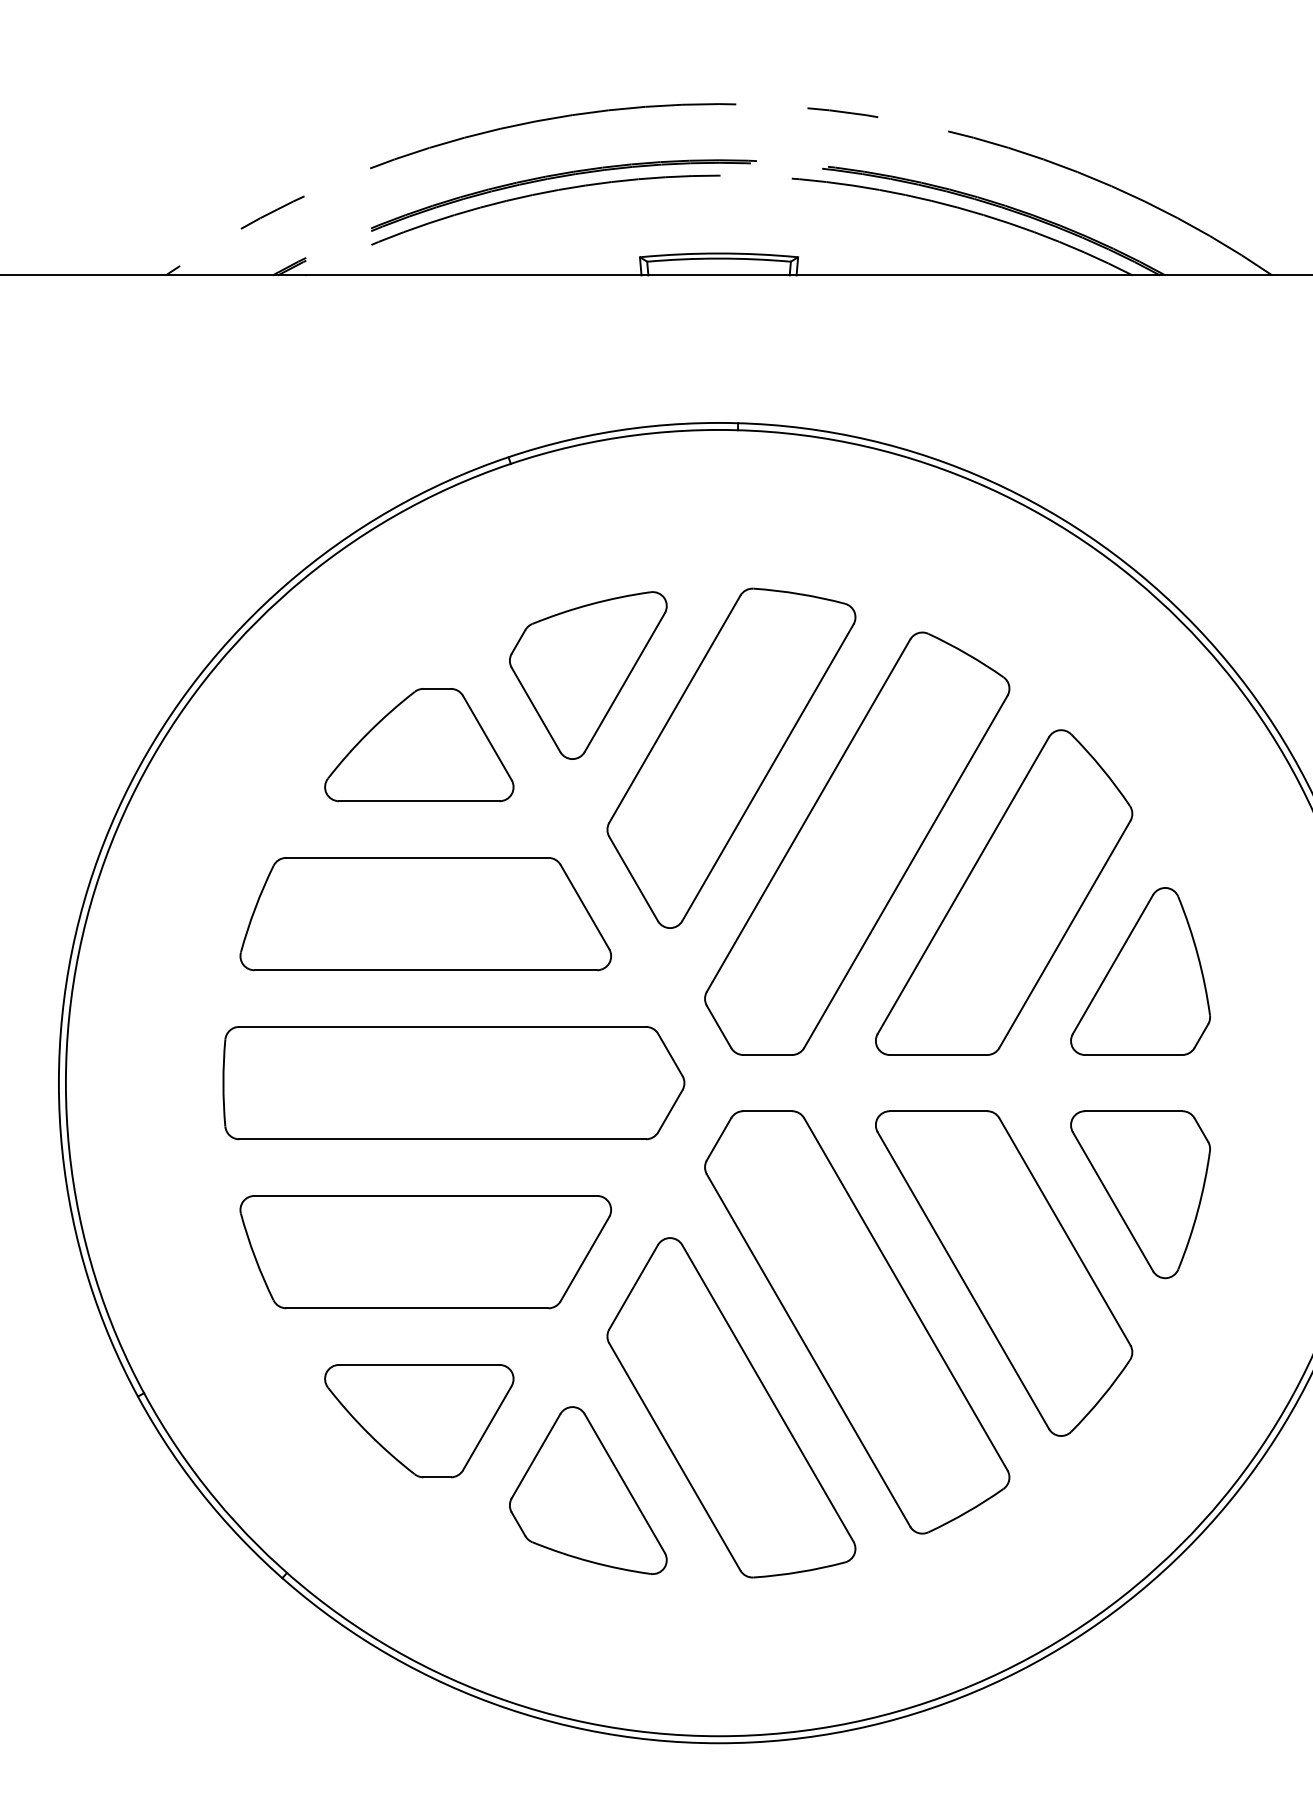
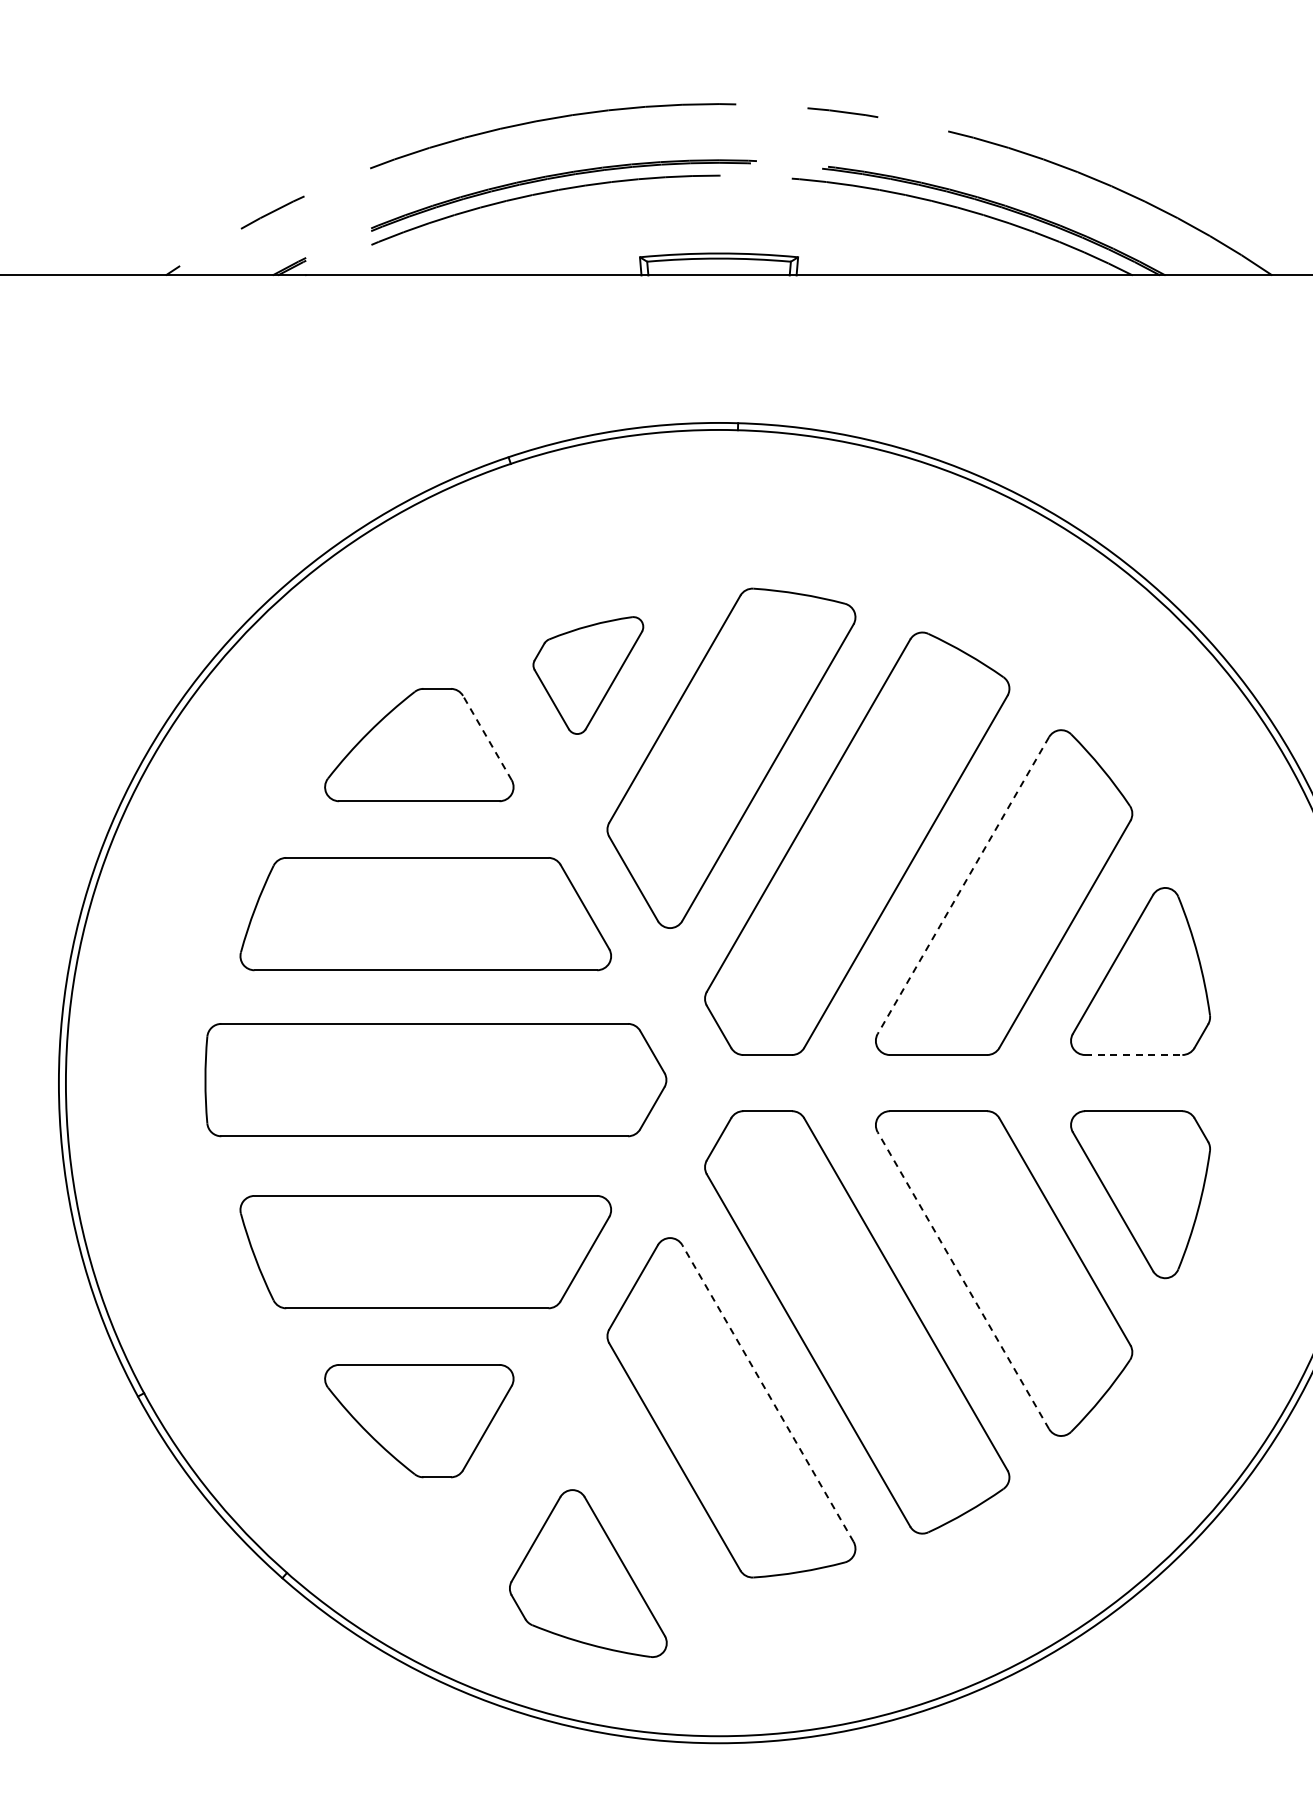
part at (588, 675) size: 159x169 px -> 113x119 px
line at (487, 738): solid -> dashed
line at (963, 886): solid -> dashed
line at (1133, 1055): solid -> dashed
part at (453, 1083) position: (453, 1083) -> (435, 1080)
line at (963, 1280): solid -> dashed
line at (767, 1393): solid -> dashed
part at (588, 1490) position: (588, 1490) -> (588, 1573)
